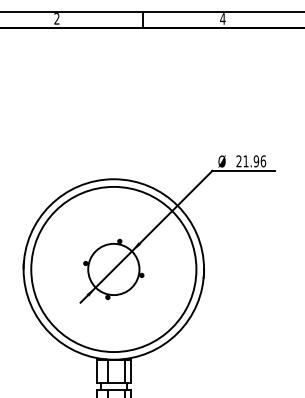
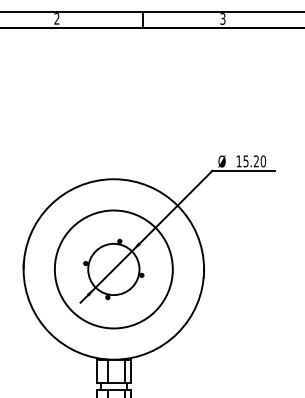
text at (222, 18): 4 -> 3
text at (251, 161): 21.96 -> 15.20
circle at (113, 269) diameter: 165 px -> 118 px
